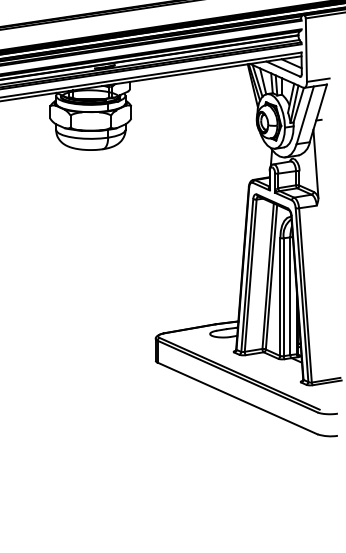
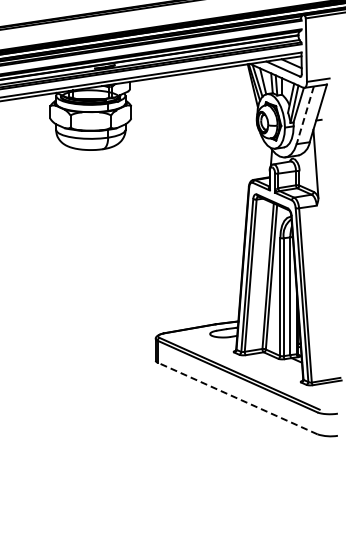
line at (305, 115): solid -> dashed
line at (237, 398): solid -> dashed
